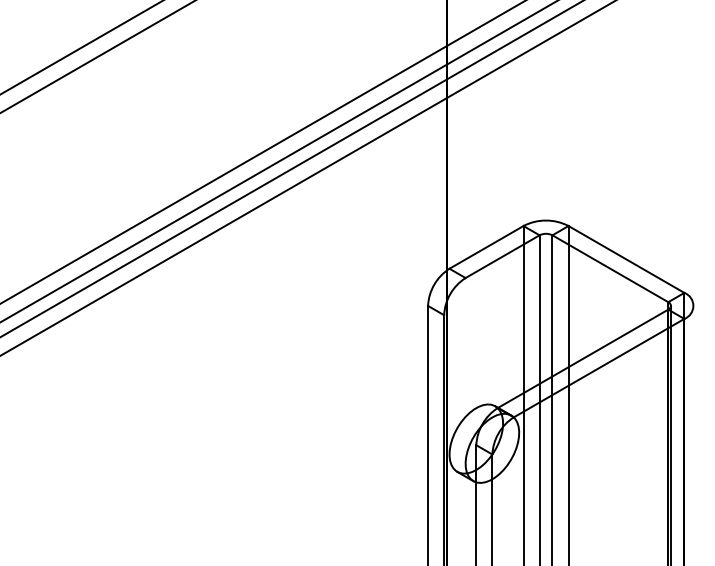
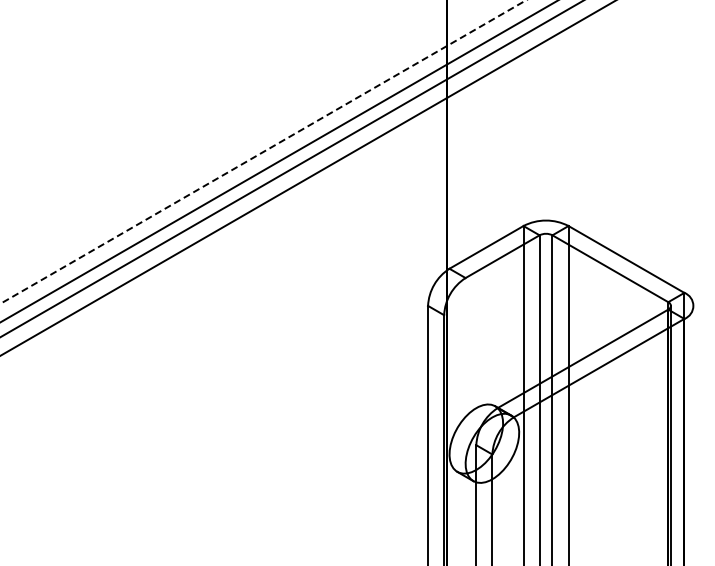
line at (81, 47): present -> none
line at (97, 57): present -> none
line at (263, 151): solid -> dashed
